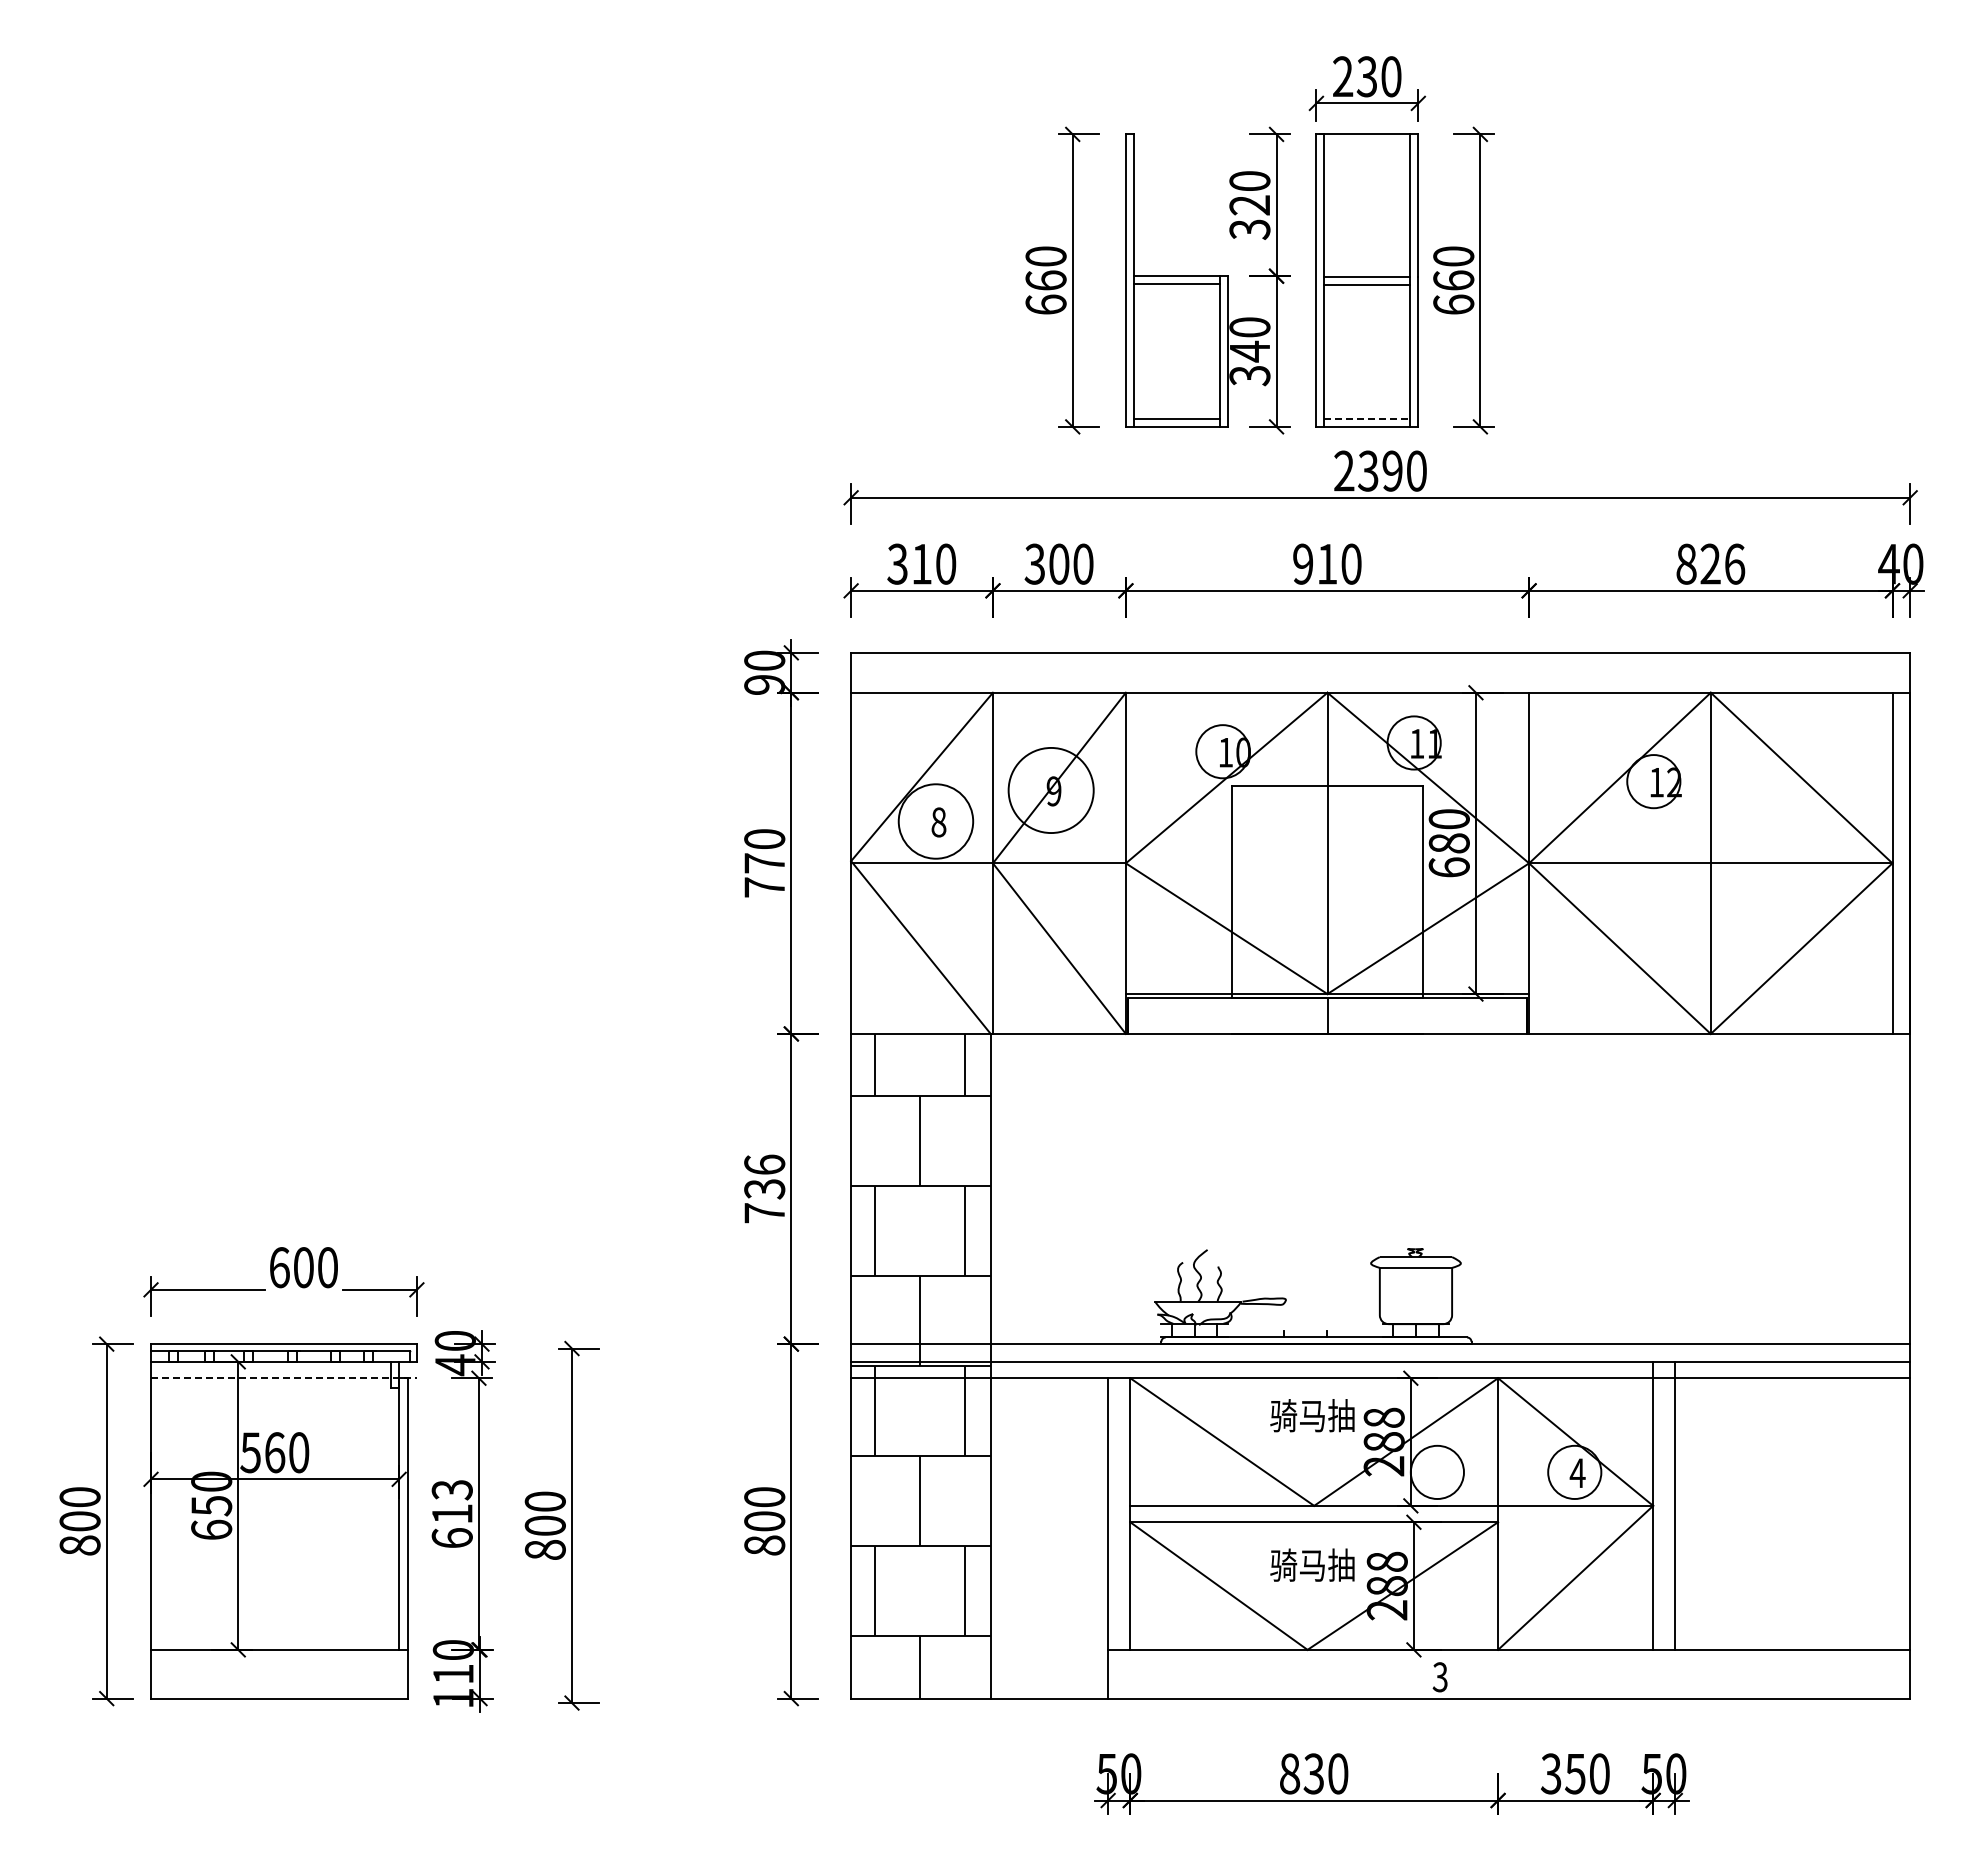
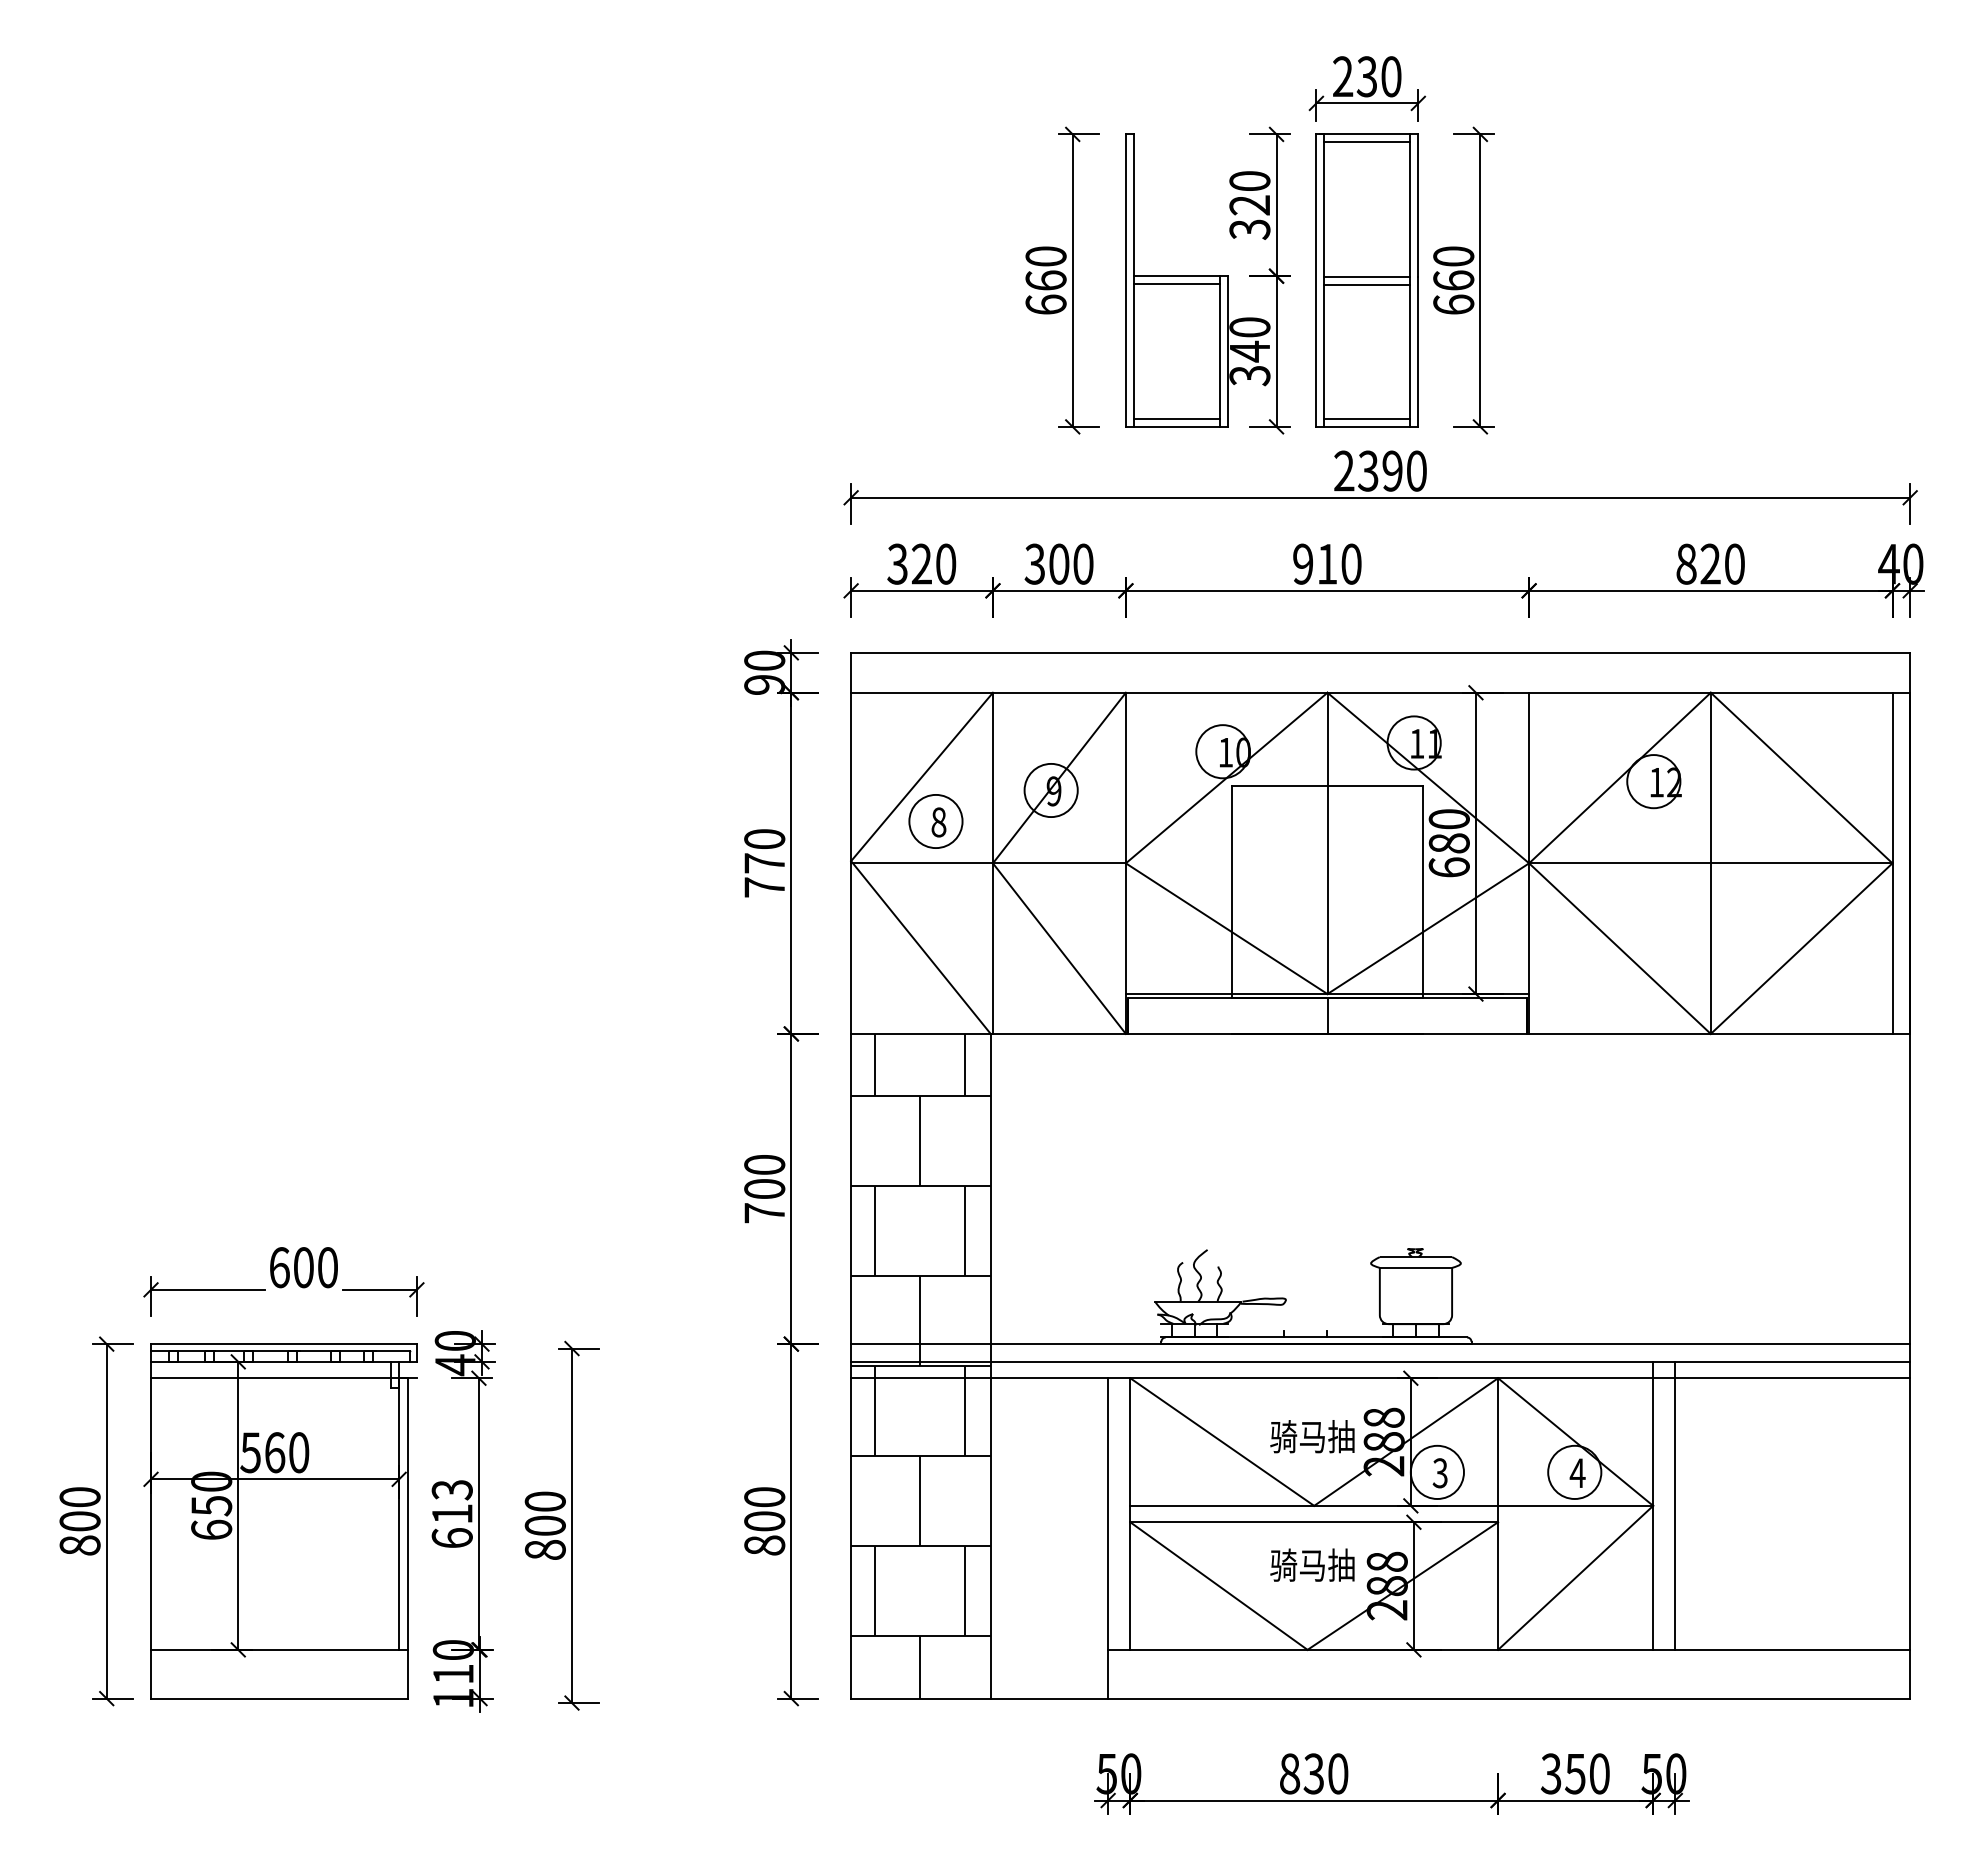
line at (1367, 142): none -> present
line at (1367, 418): dashed -> solid
text at (921, 563): 310 -> 320
text at (1735, 563): 826 -> 820
circle at (1050, 790) diameter: 85 px -> 53 px
circle at (935, 821) diameter: 74 px -> 53 px
text at (764, 1176): 736 -> 700
line at (283, 1378): dashed -> solid
text at (1312, 1415) position: (1312, 1415) -> (1312, 1436)
text at (1439, 1677) position: (1439, 1677) -> (1439, 1473)
